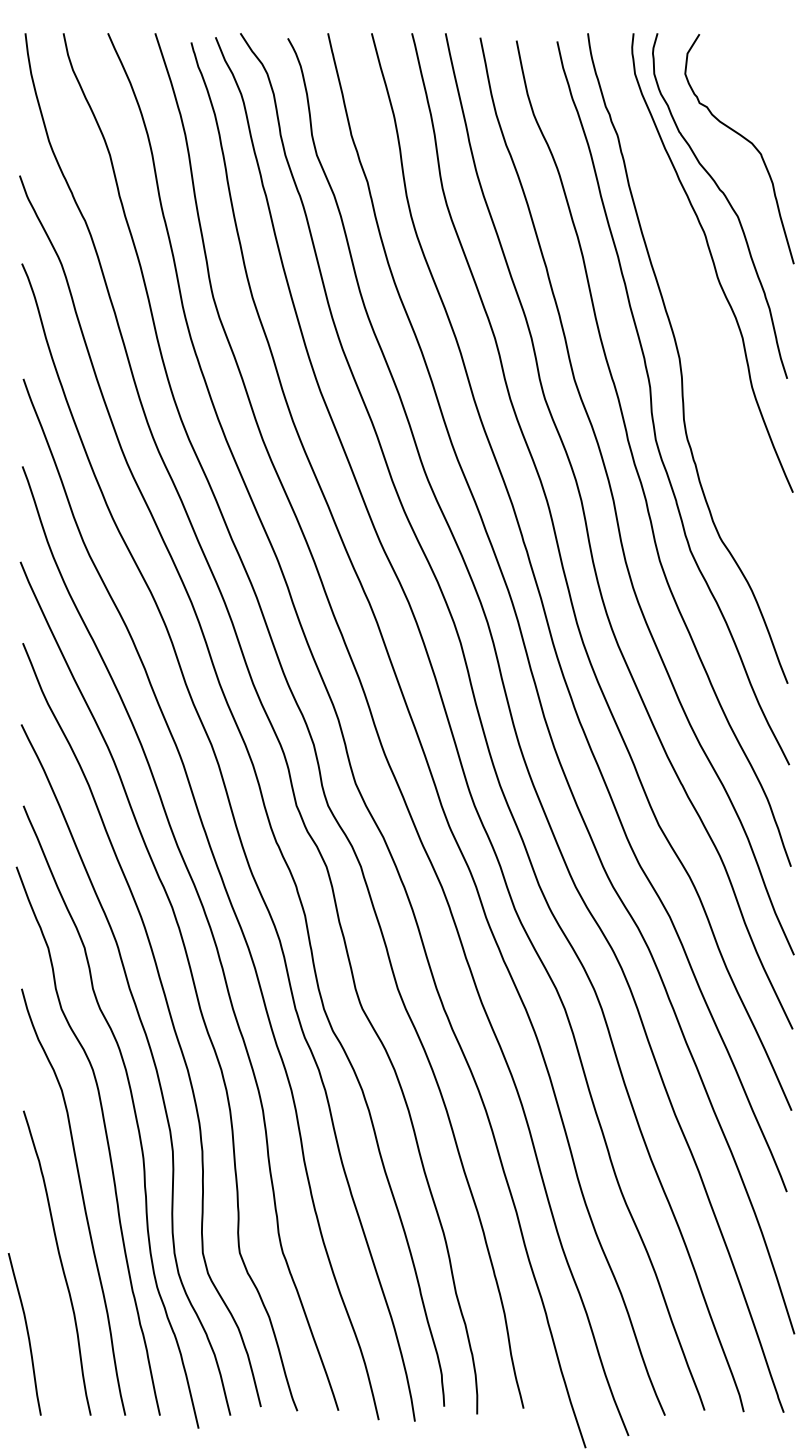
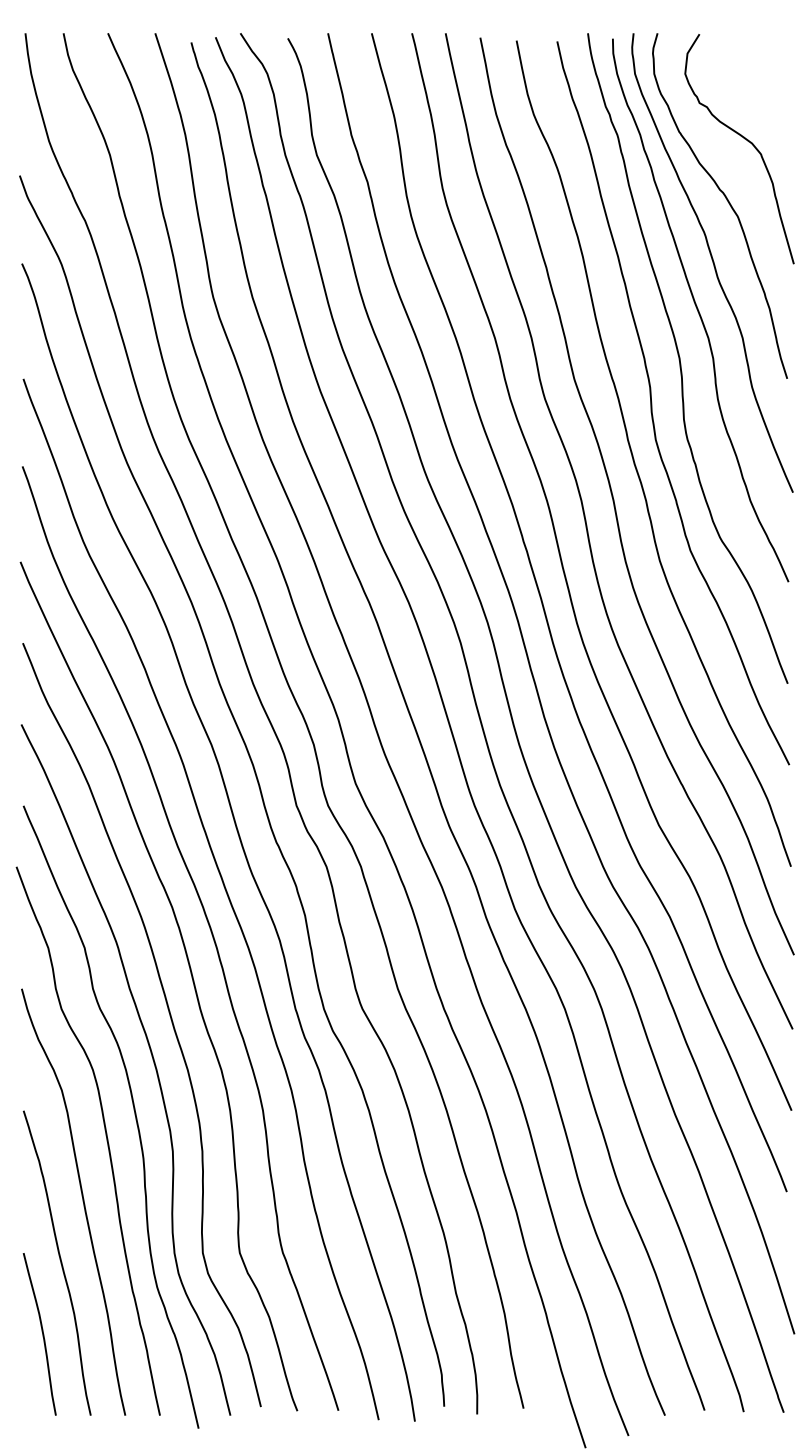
curve at (699, 310): none -> present
curve at (27, 1334) position: (27, 1334) -> (42, 1334)
